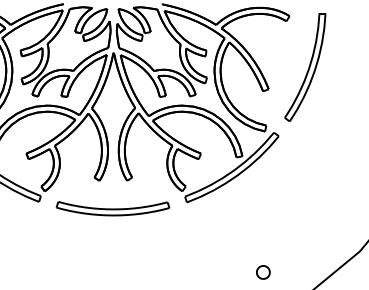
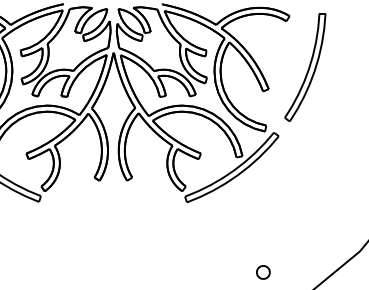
part at (112, 208): present -> none
